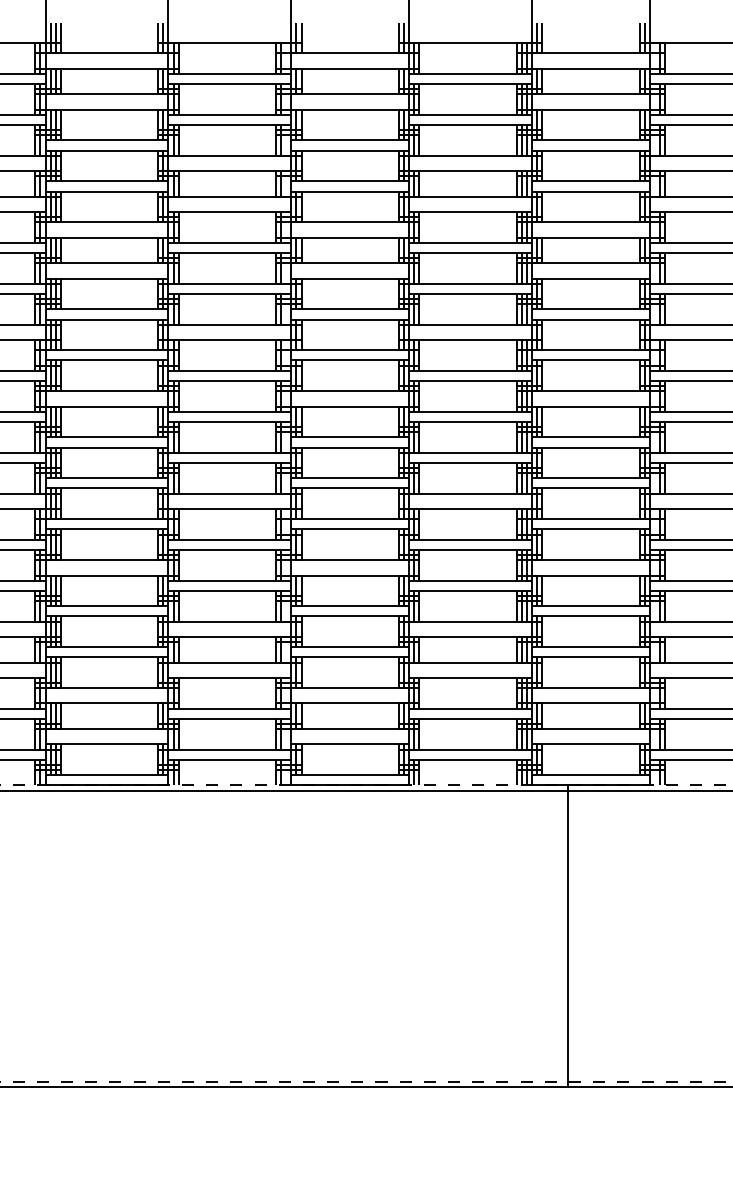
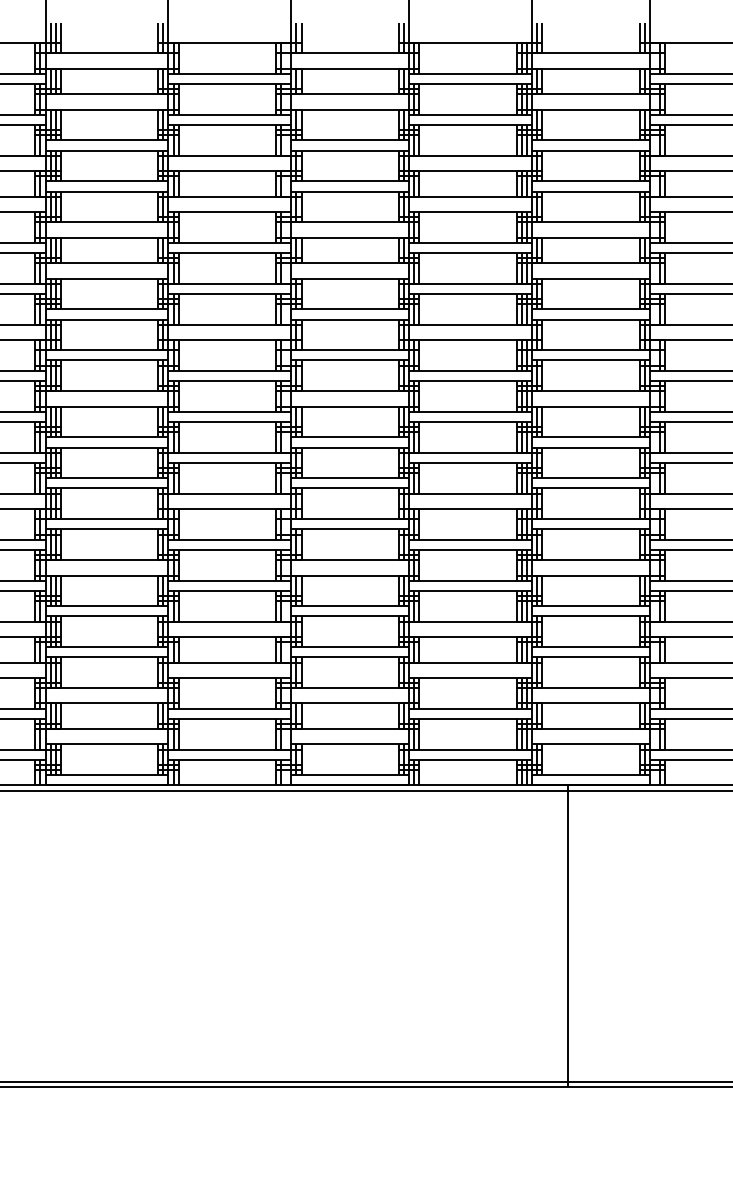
line at (366, 785): dashed -> solid
line at (366, 1082): dashed -> solid
